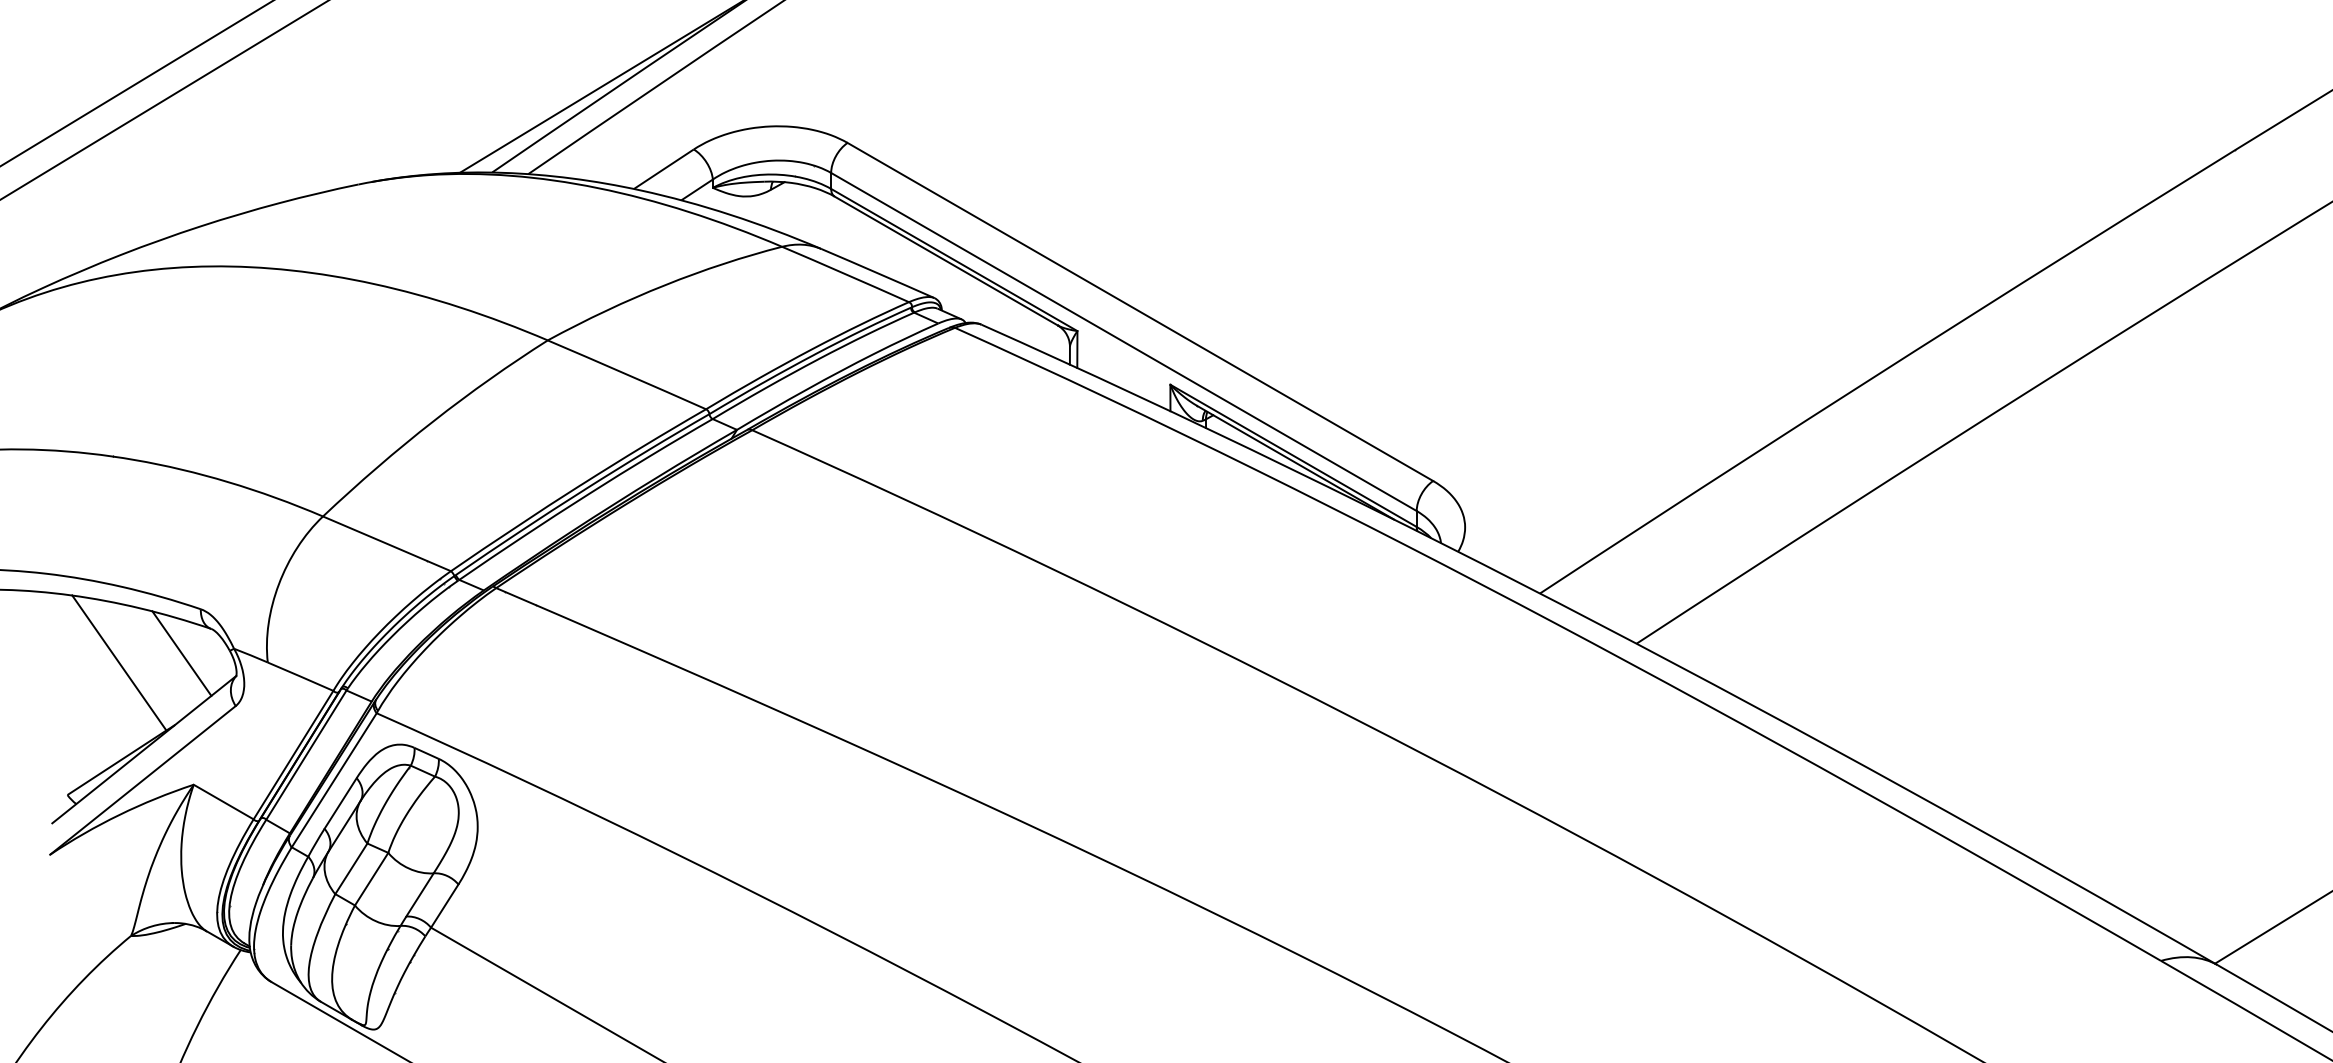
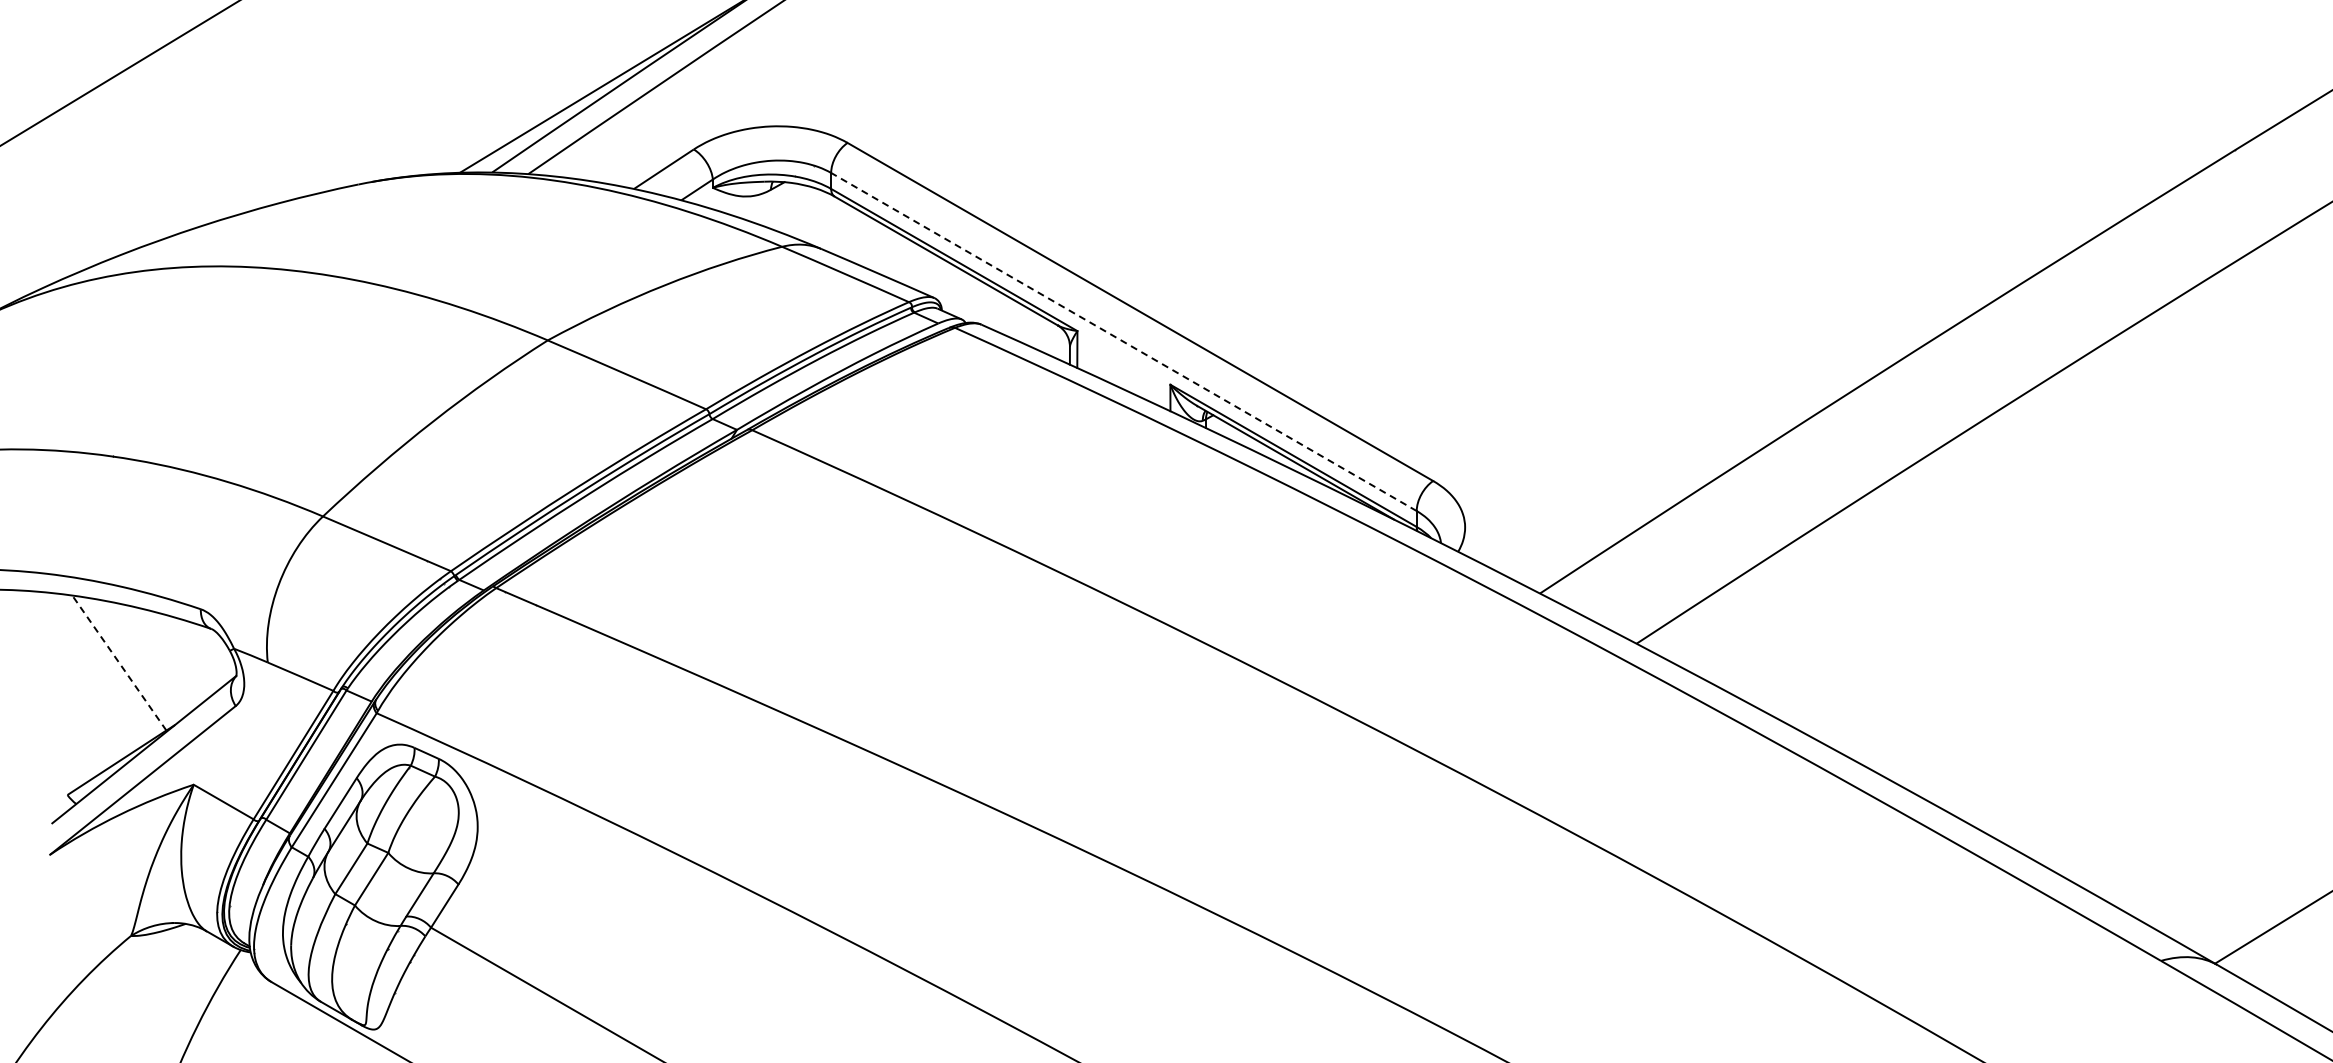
line at (136, 83) position: (136, 83) -> (119, 73)
line at (163, 100): present -> none
line at (1123, 341): solid -> dashed
line at (181, 653): present -> none
line at (119, 662): solid -> dashed
